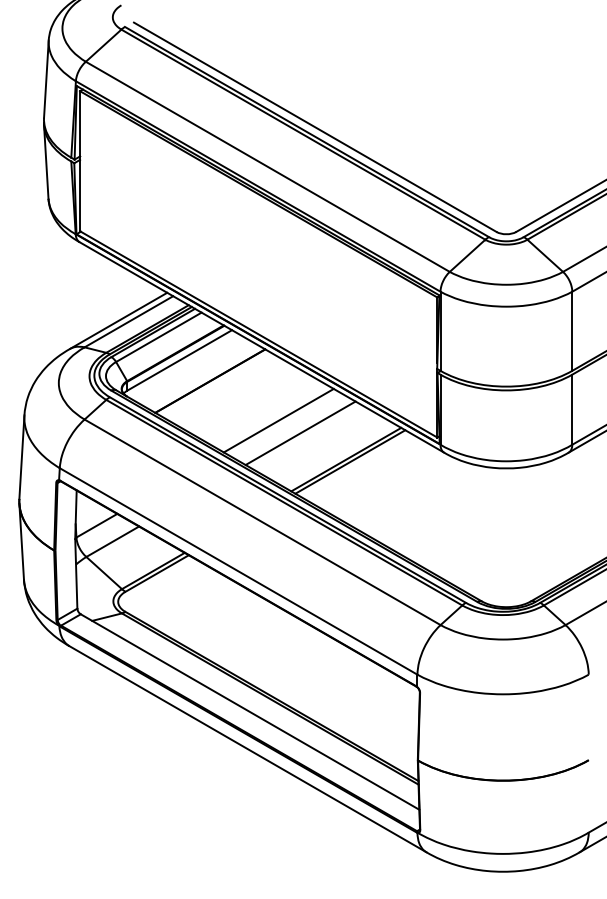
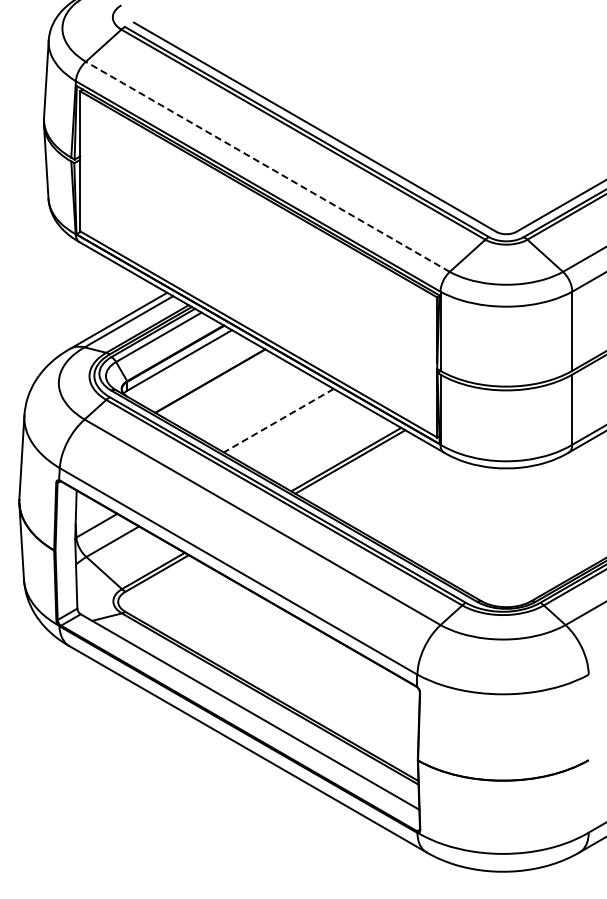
line at (267, 166): solid -> dashed
line at (278, 420): solid -> dashed
line at (300, 433): present -> none
